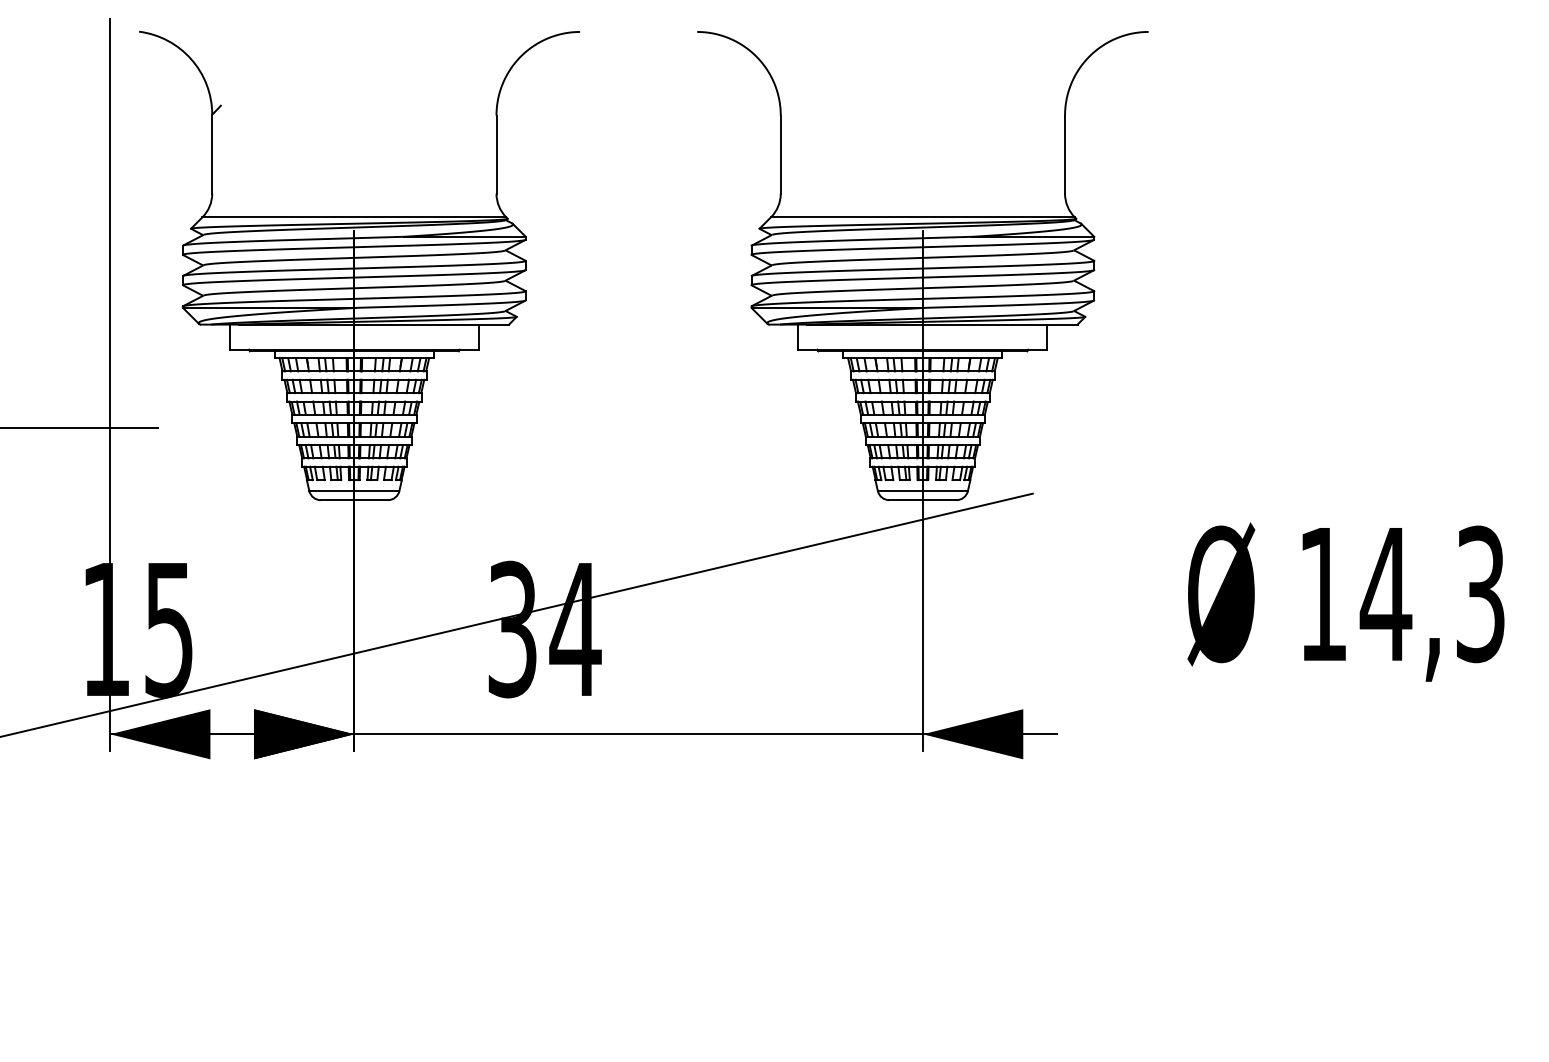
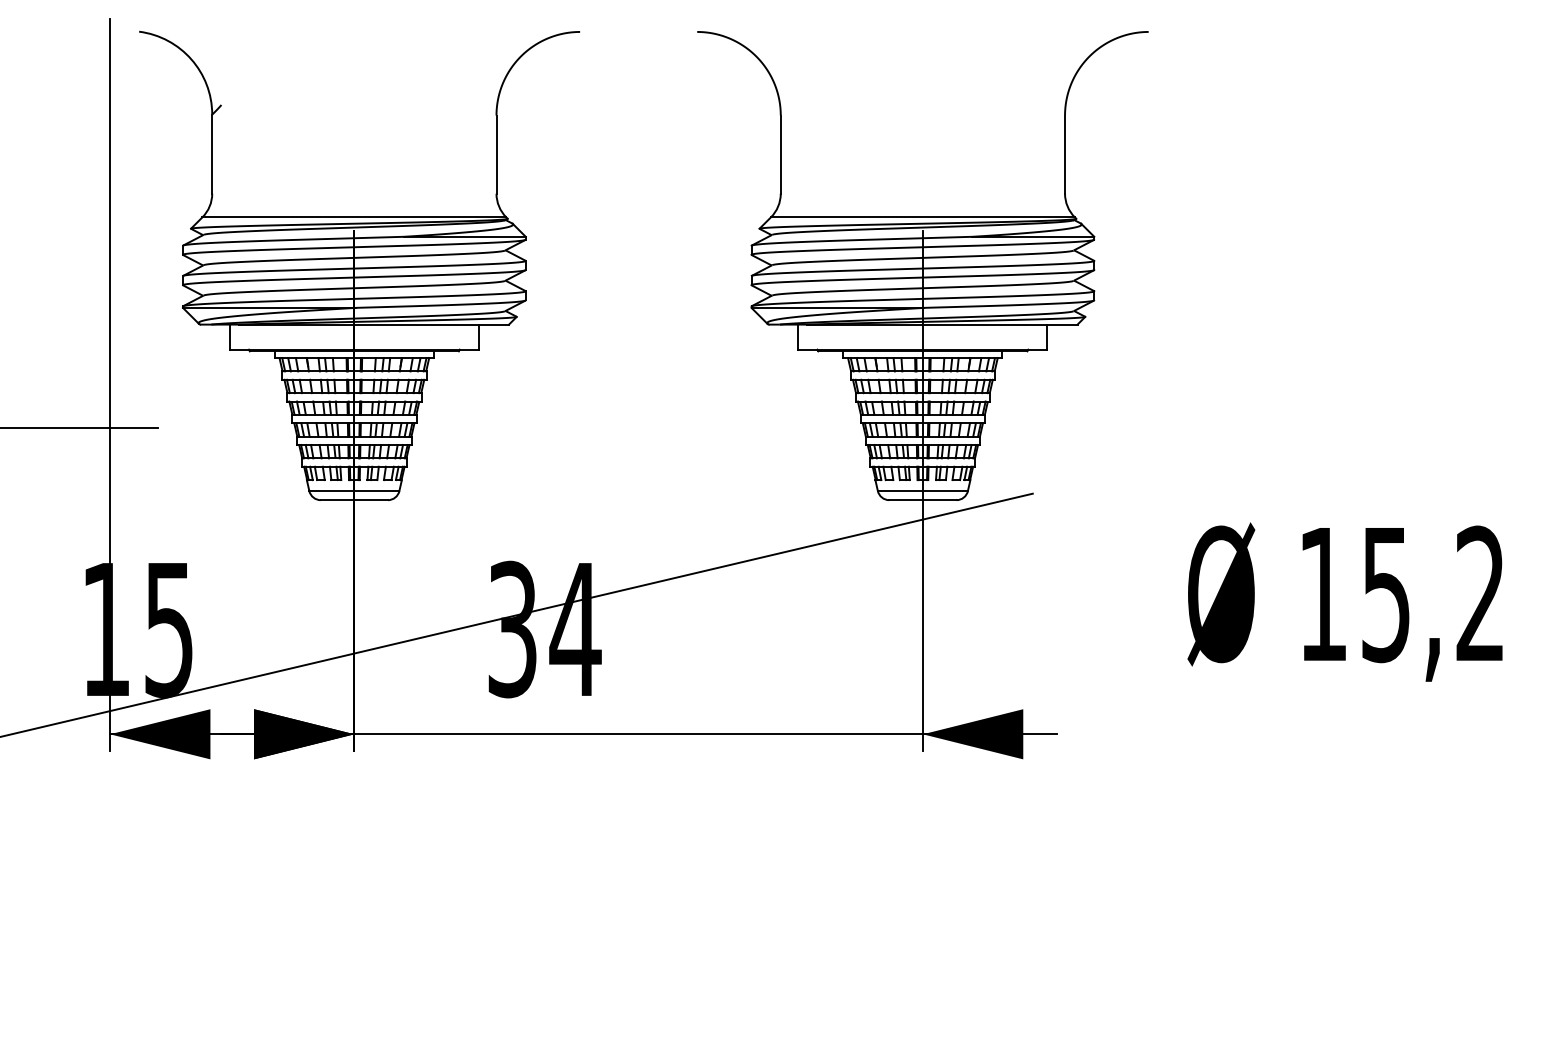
text at (1431, 594): 14,3 -> 15,2
